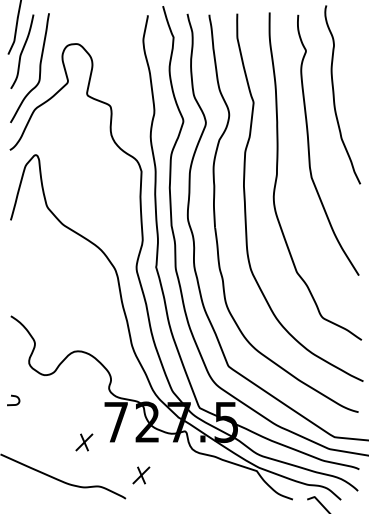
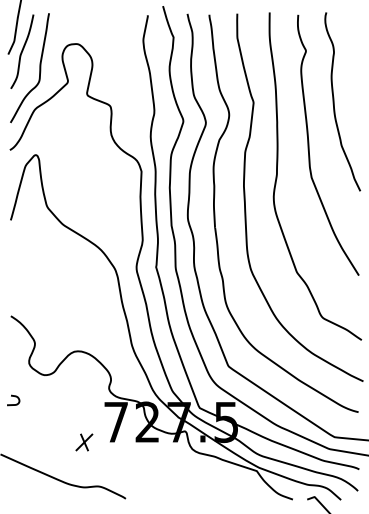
curve at (334, 94) position: (334, 94) -> (334, 101)
part at (141, 475): present -> none
